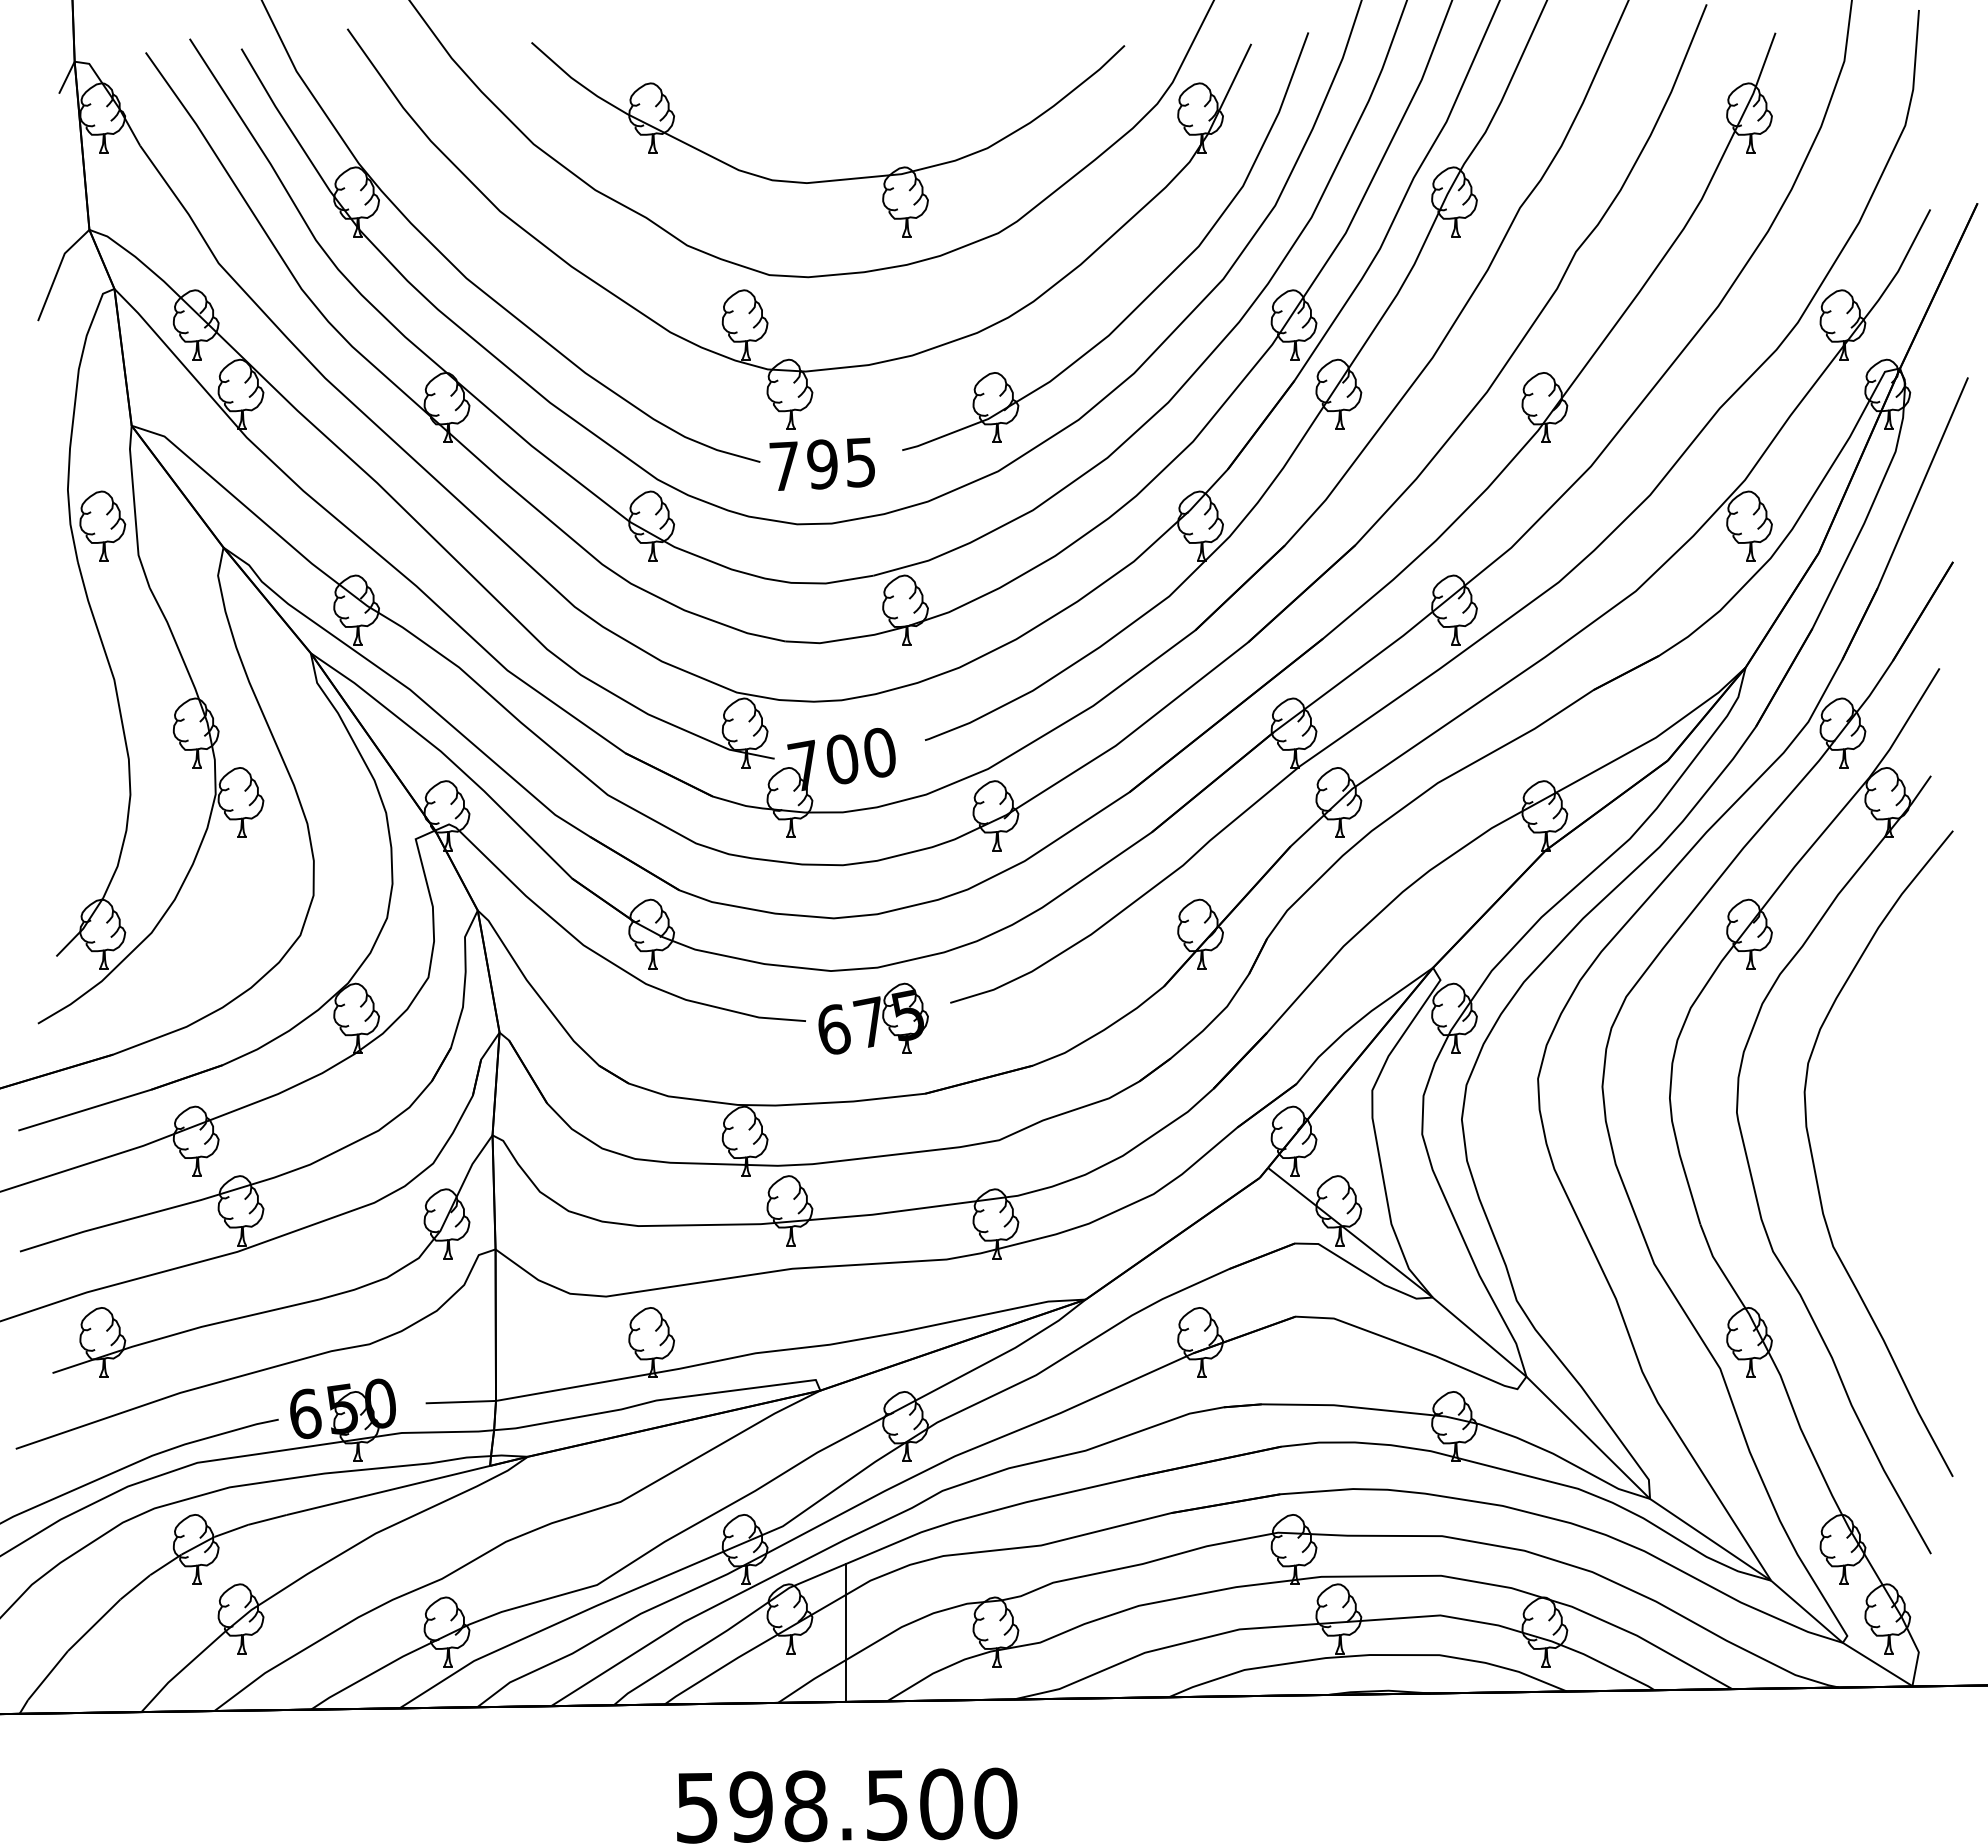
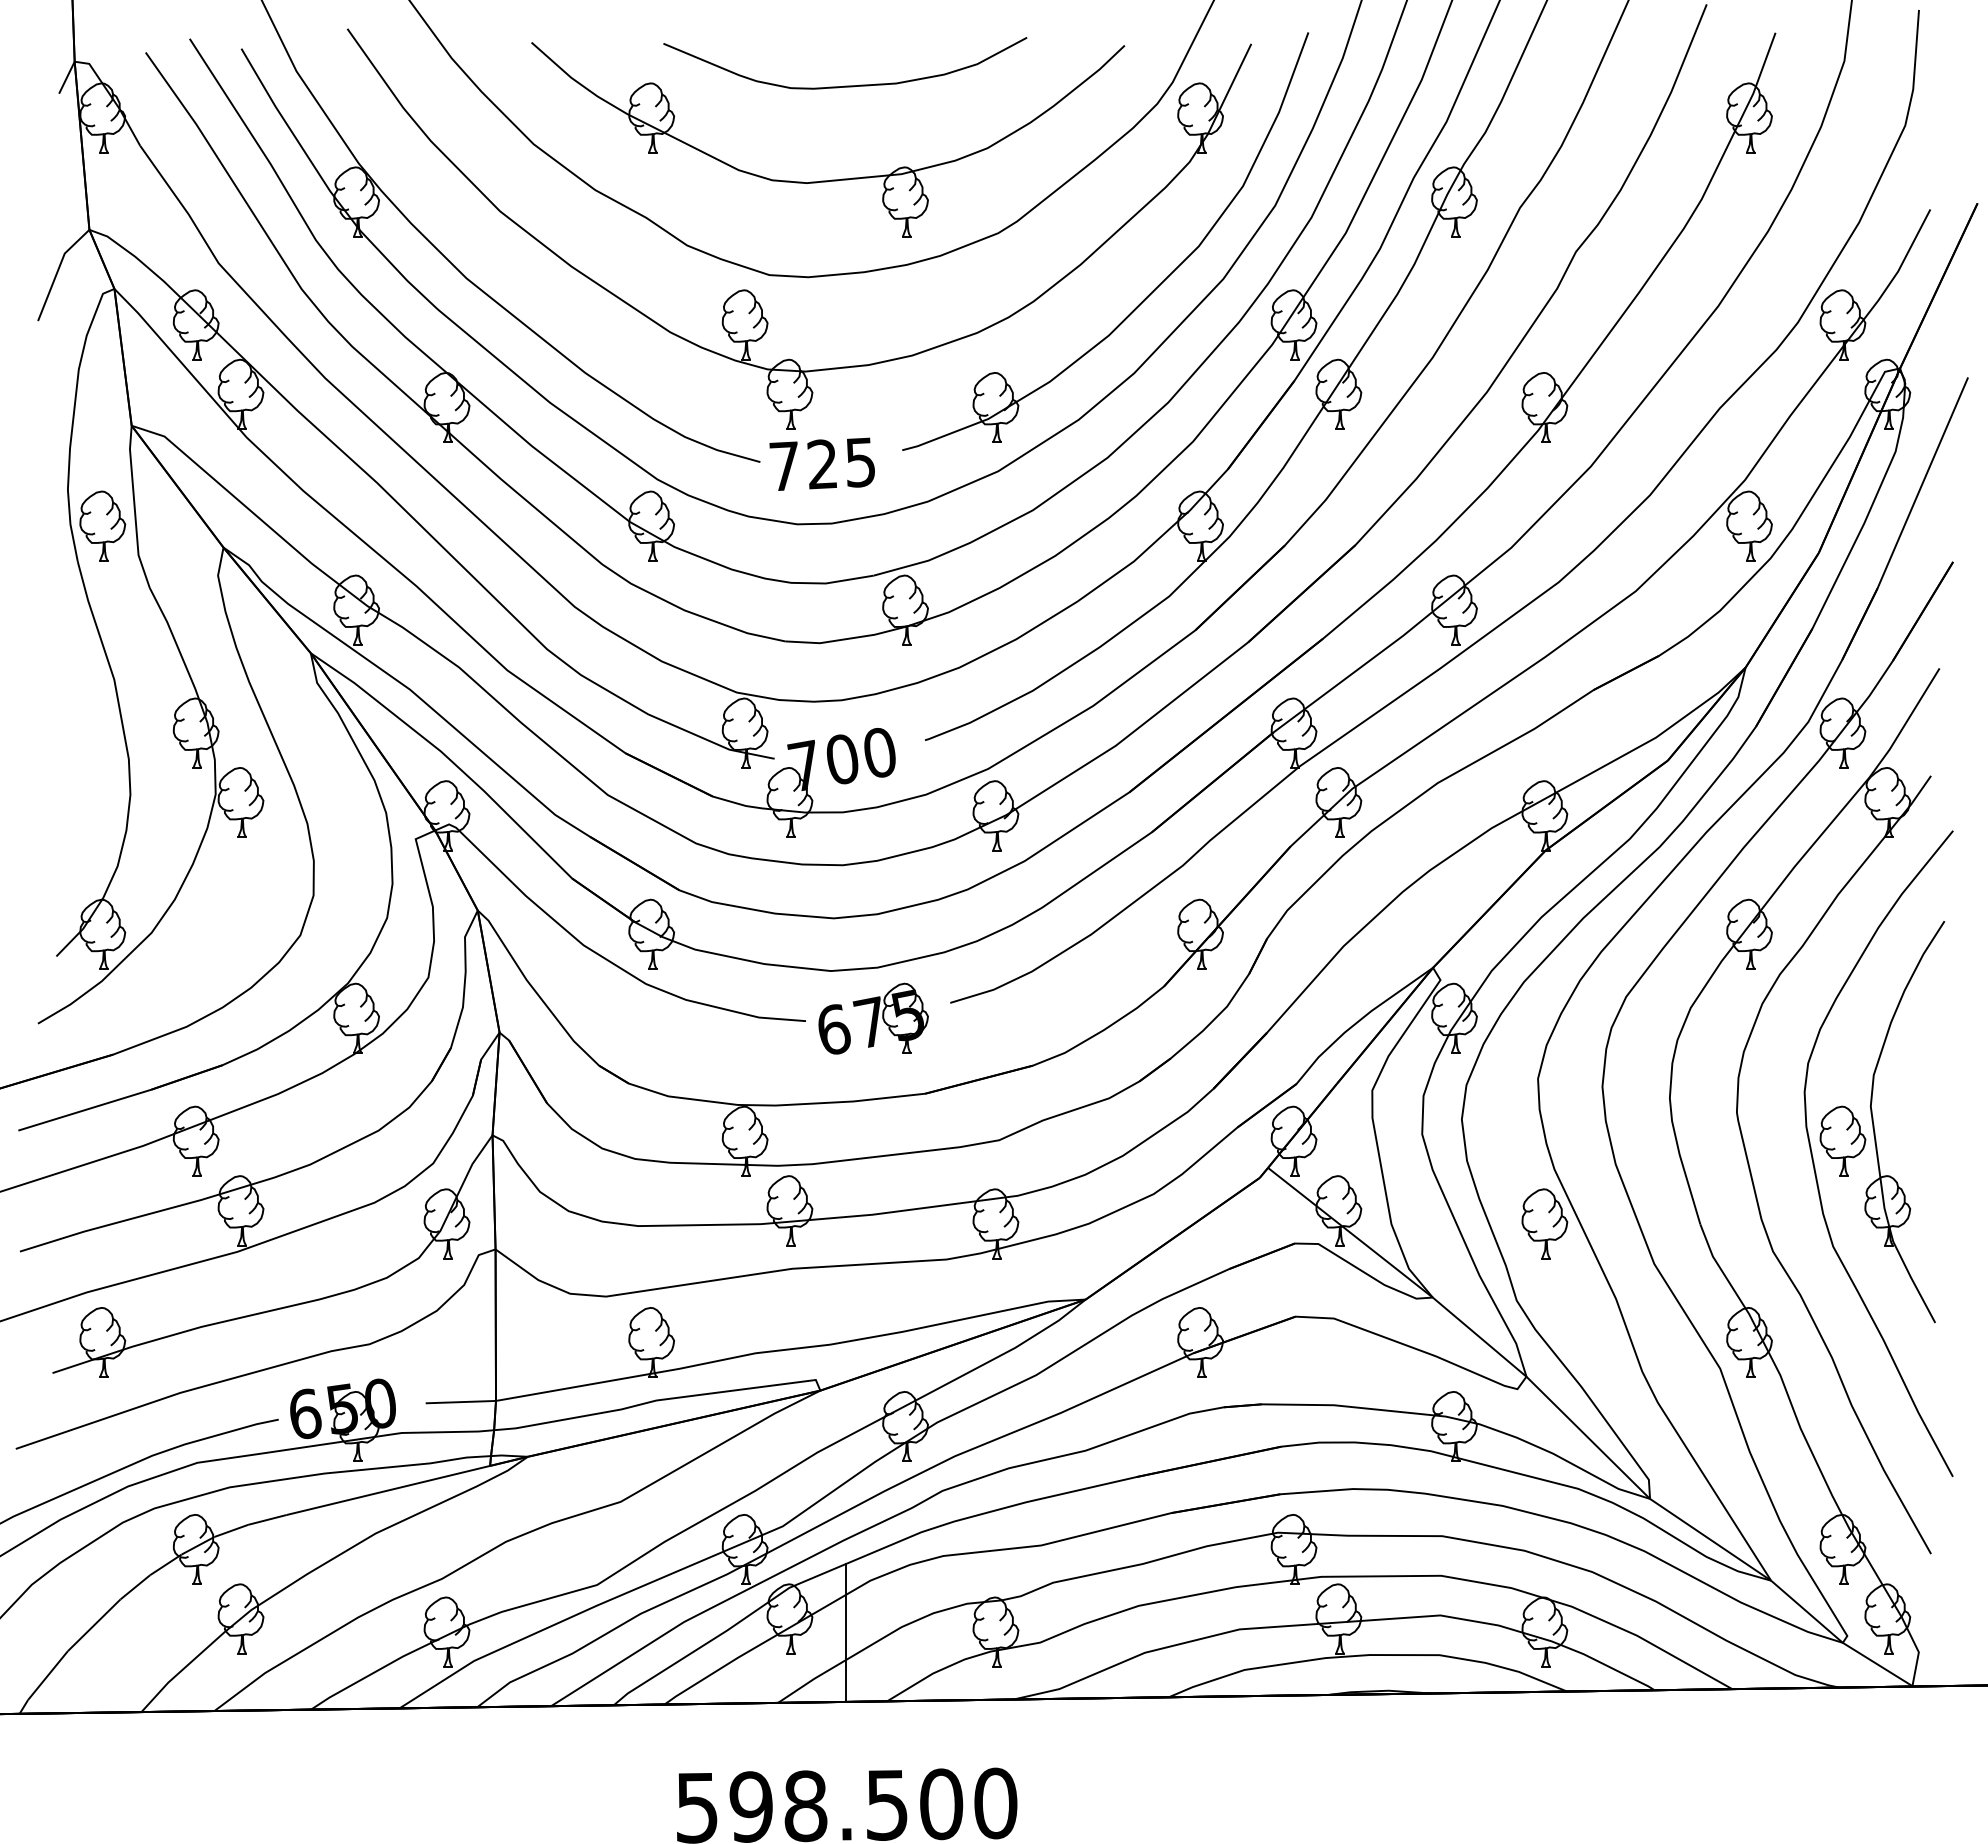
curve at (845, 85): none -> present
text at (822, 464): 795 -> 725
part at (1874, 1124): none -> present
part at (1544, 1223): none -> present
